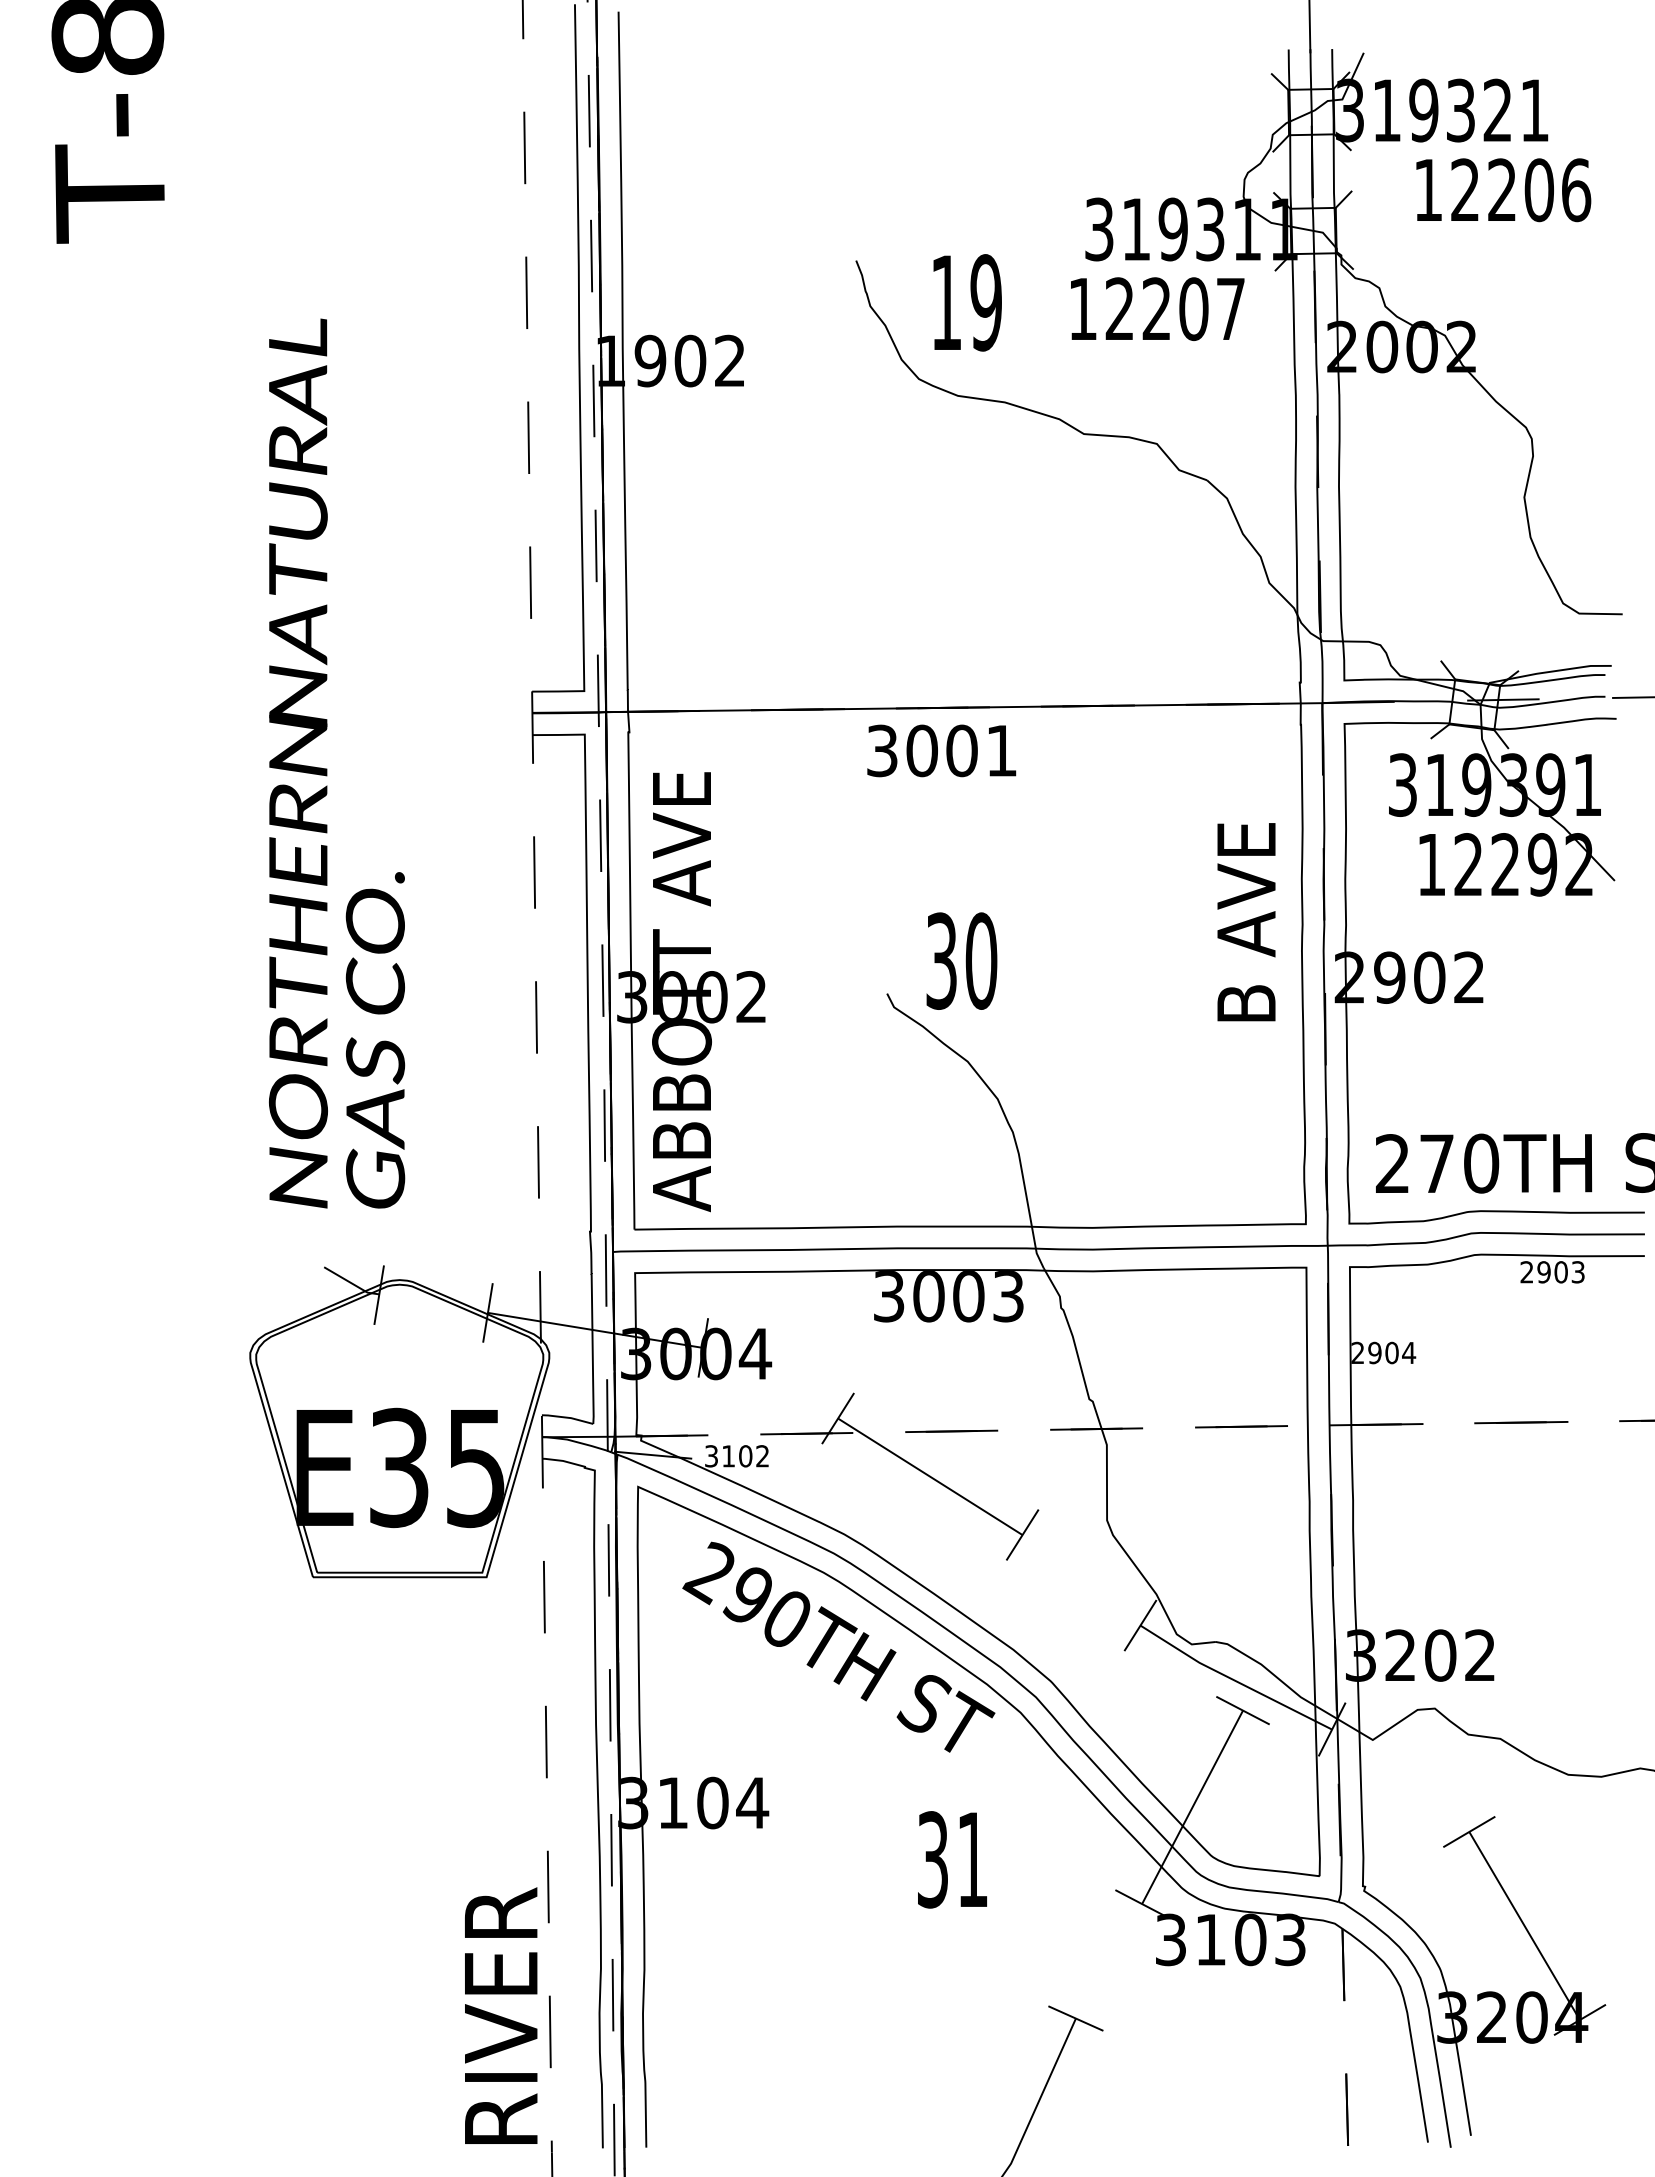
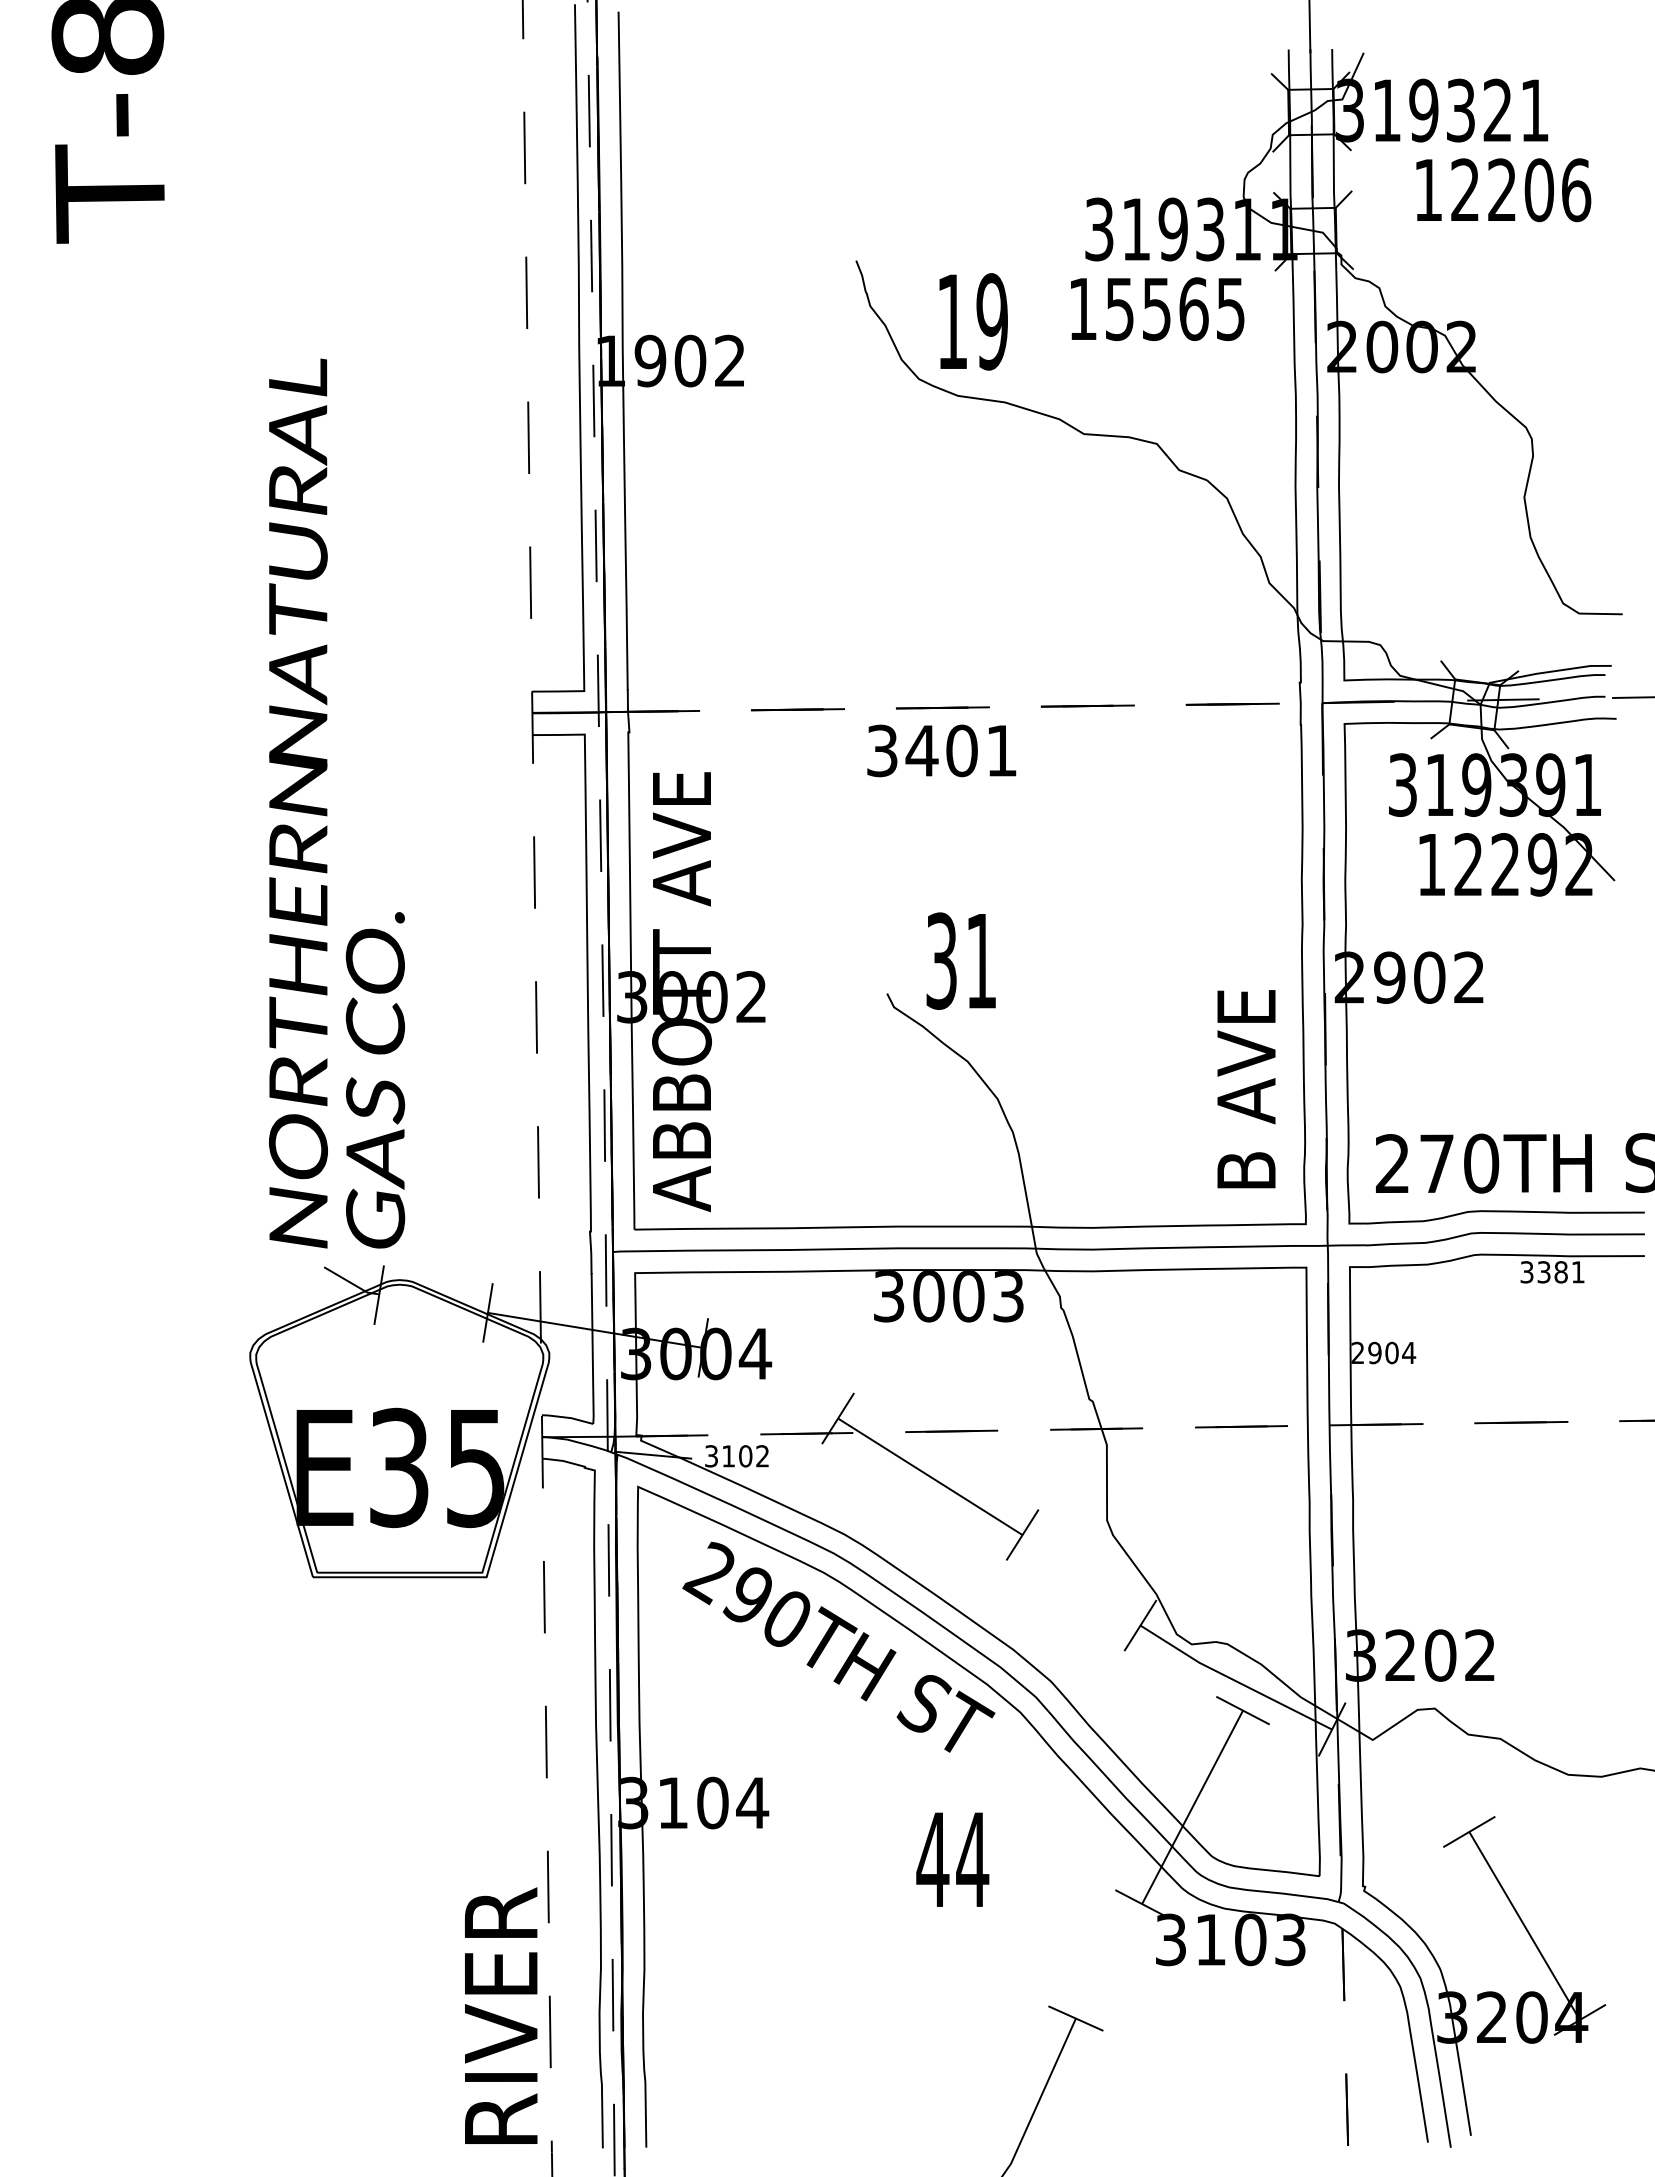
text at (967, 302) position: (967, 302) -> (973, 321)
text at (1174, 309): 12207 -> 15565
line at (964, 707): solid -> dashed
text at (921, 750): 3001 -> 3401
text at (337, 763) position: (337, 763) -> (337, 803)
text at (1246, 922) position: (1246, 922) -> (1246, 1089)
text at (981, 960): 30 -> 31
text at (1552, 1272): 2903 -> 3381
text at (952, 1859): 31 -> 44
